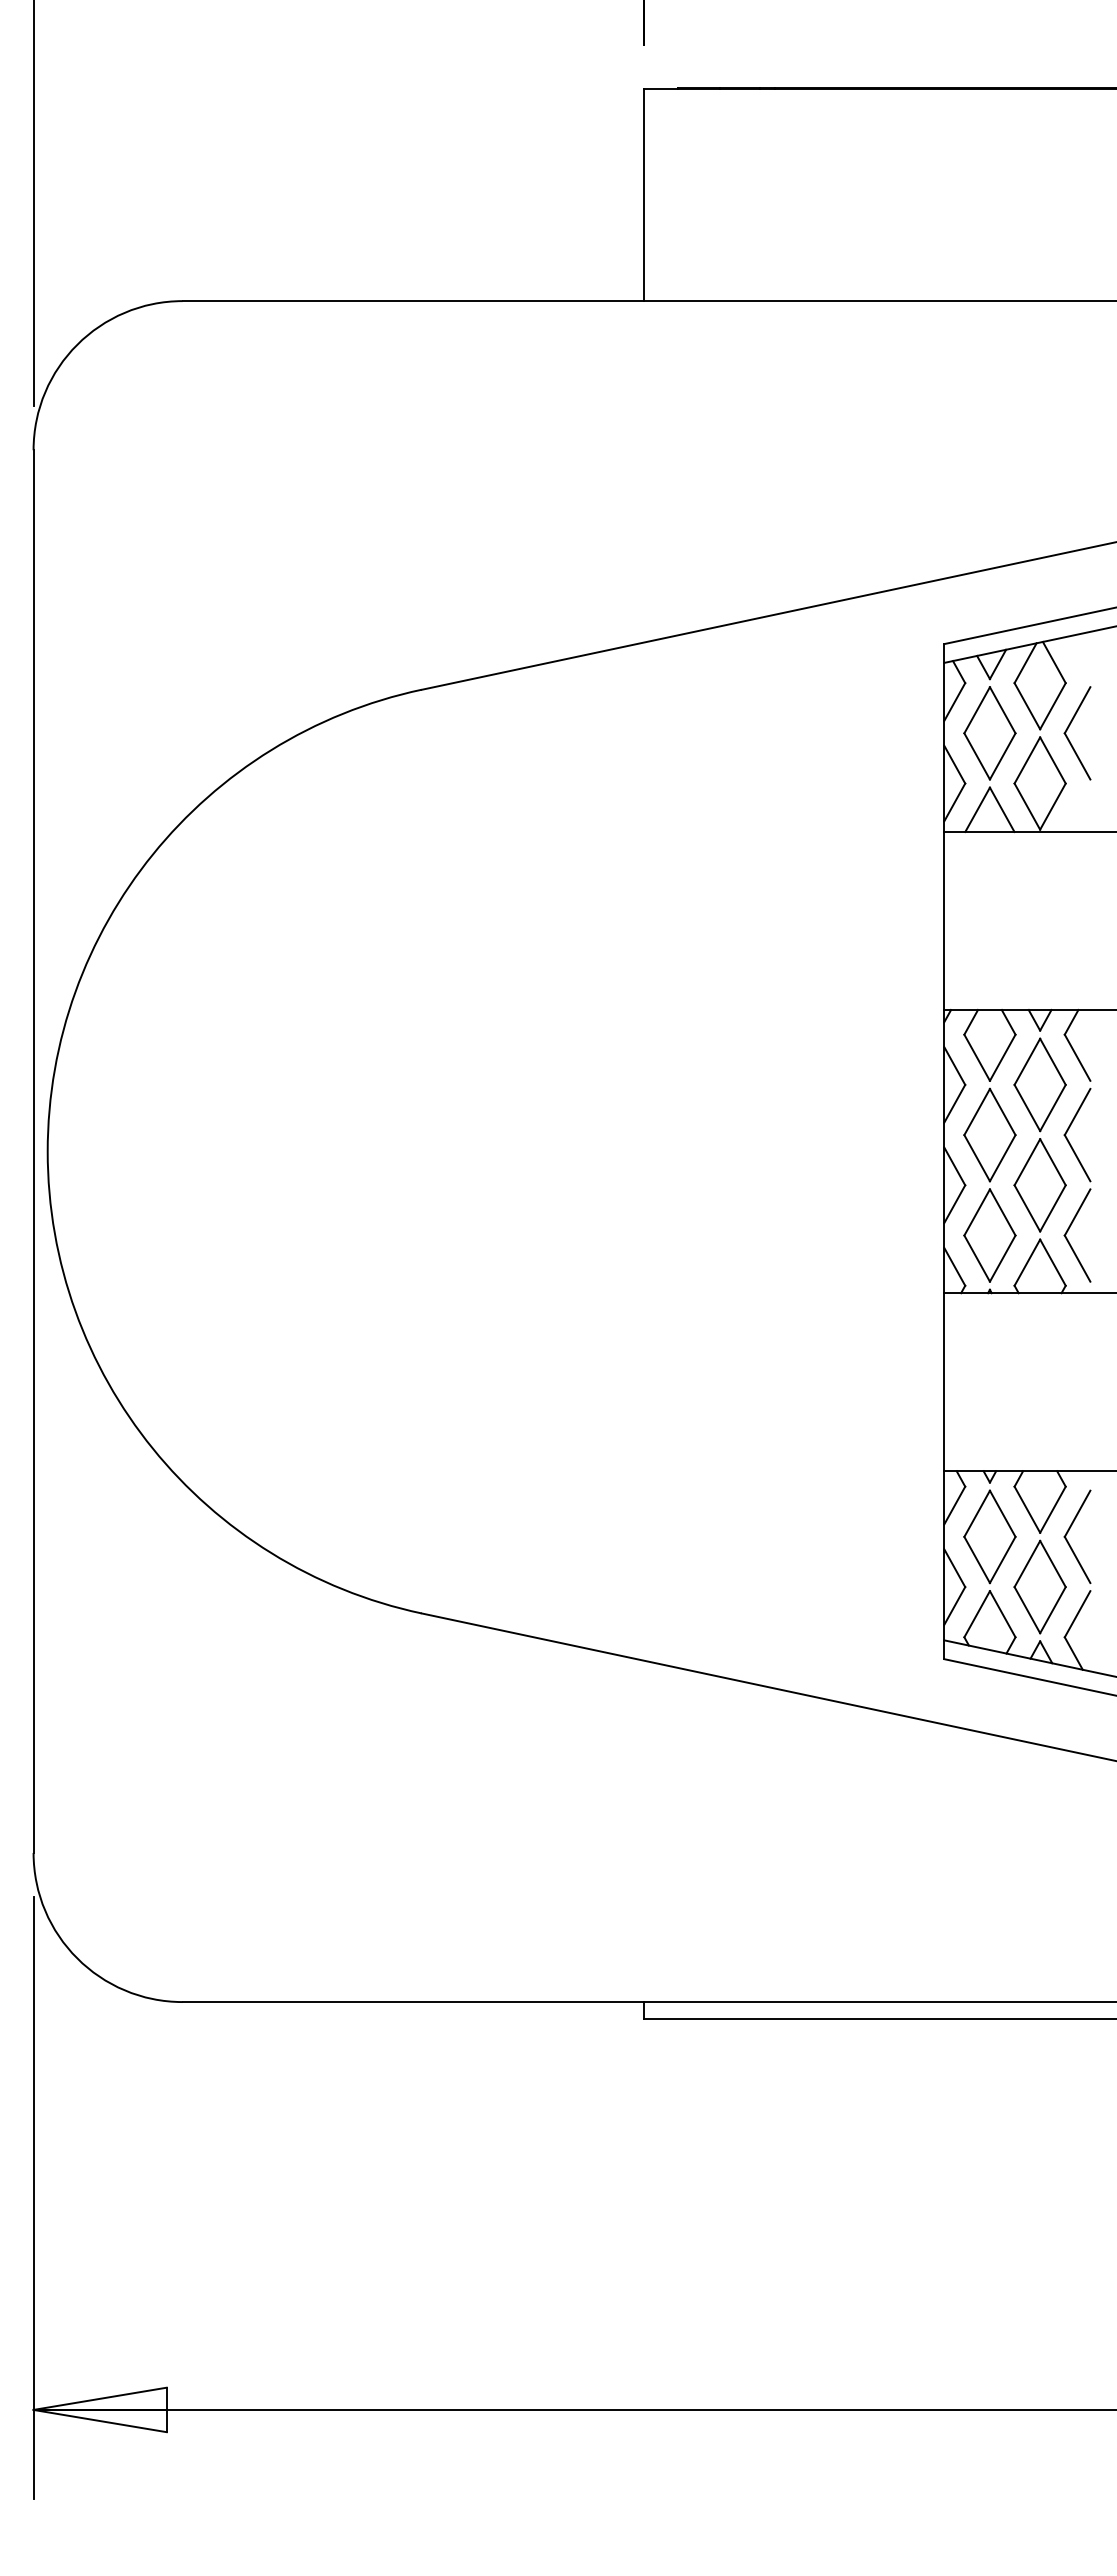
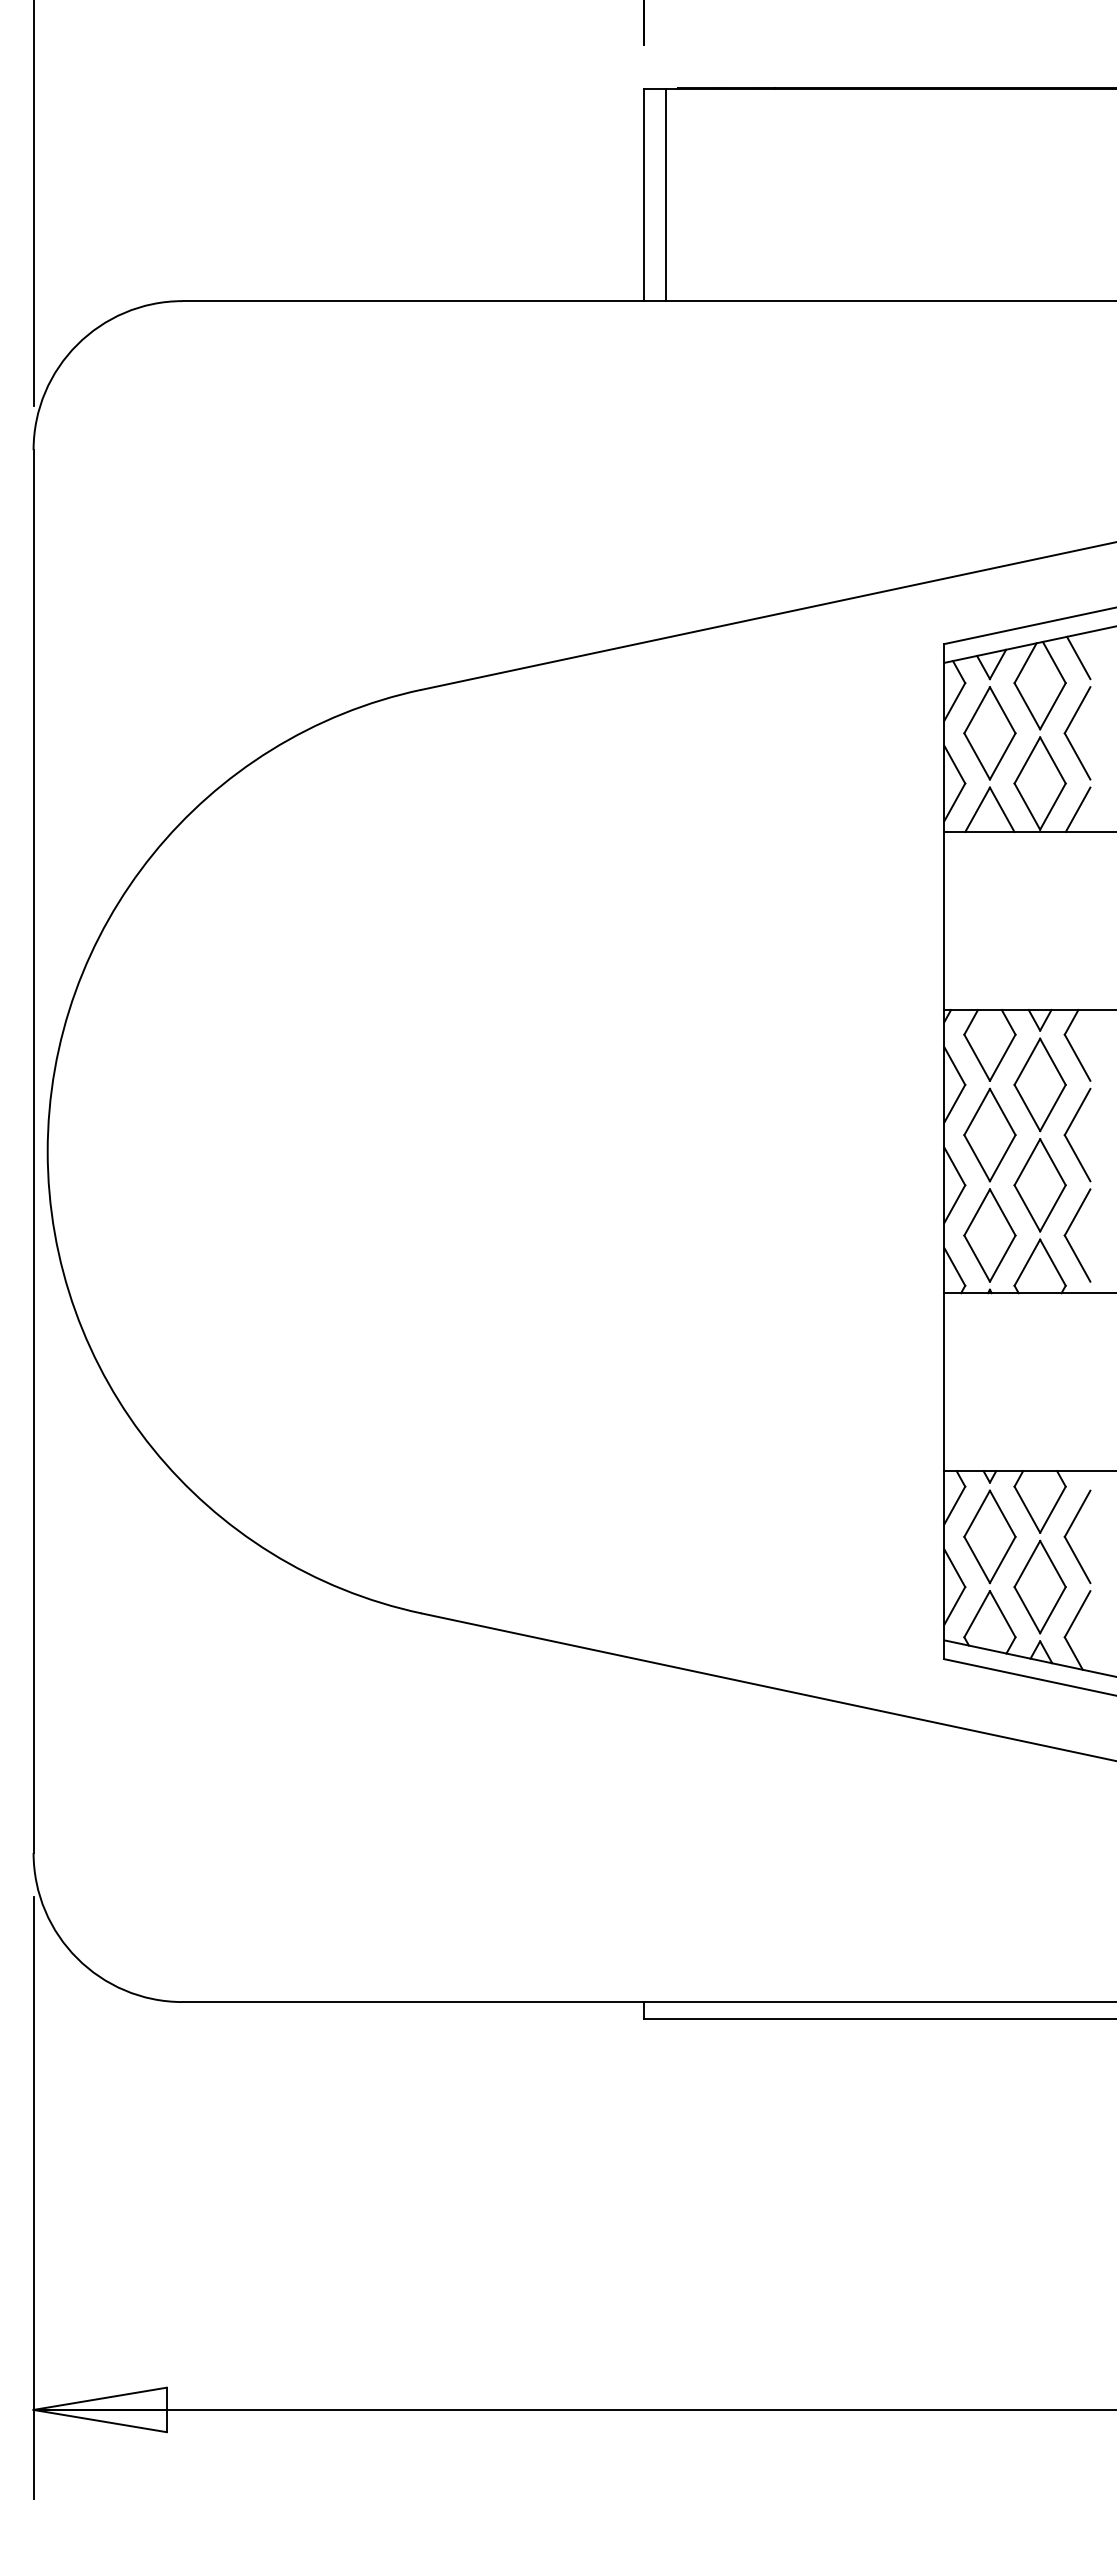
line at (665, 195): none -> present
line at (1078, 657): none -> present
line at (1077, 809): none -> present
